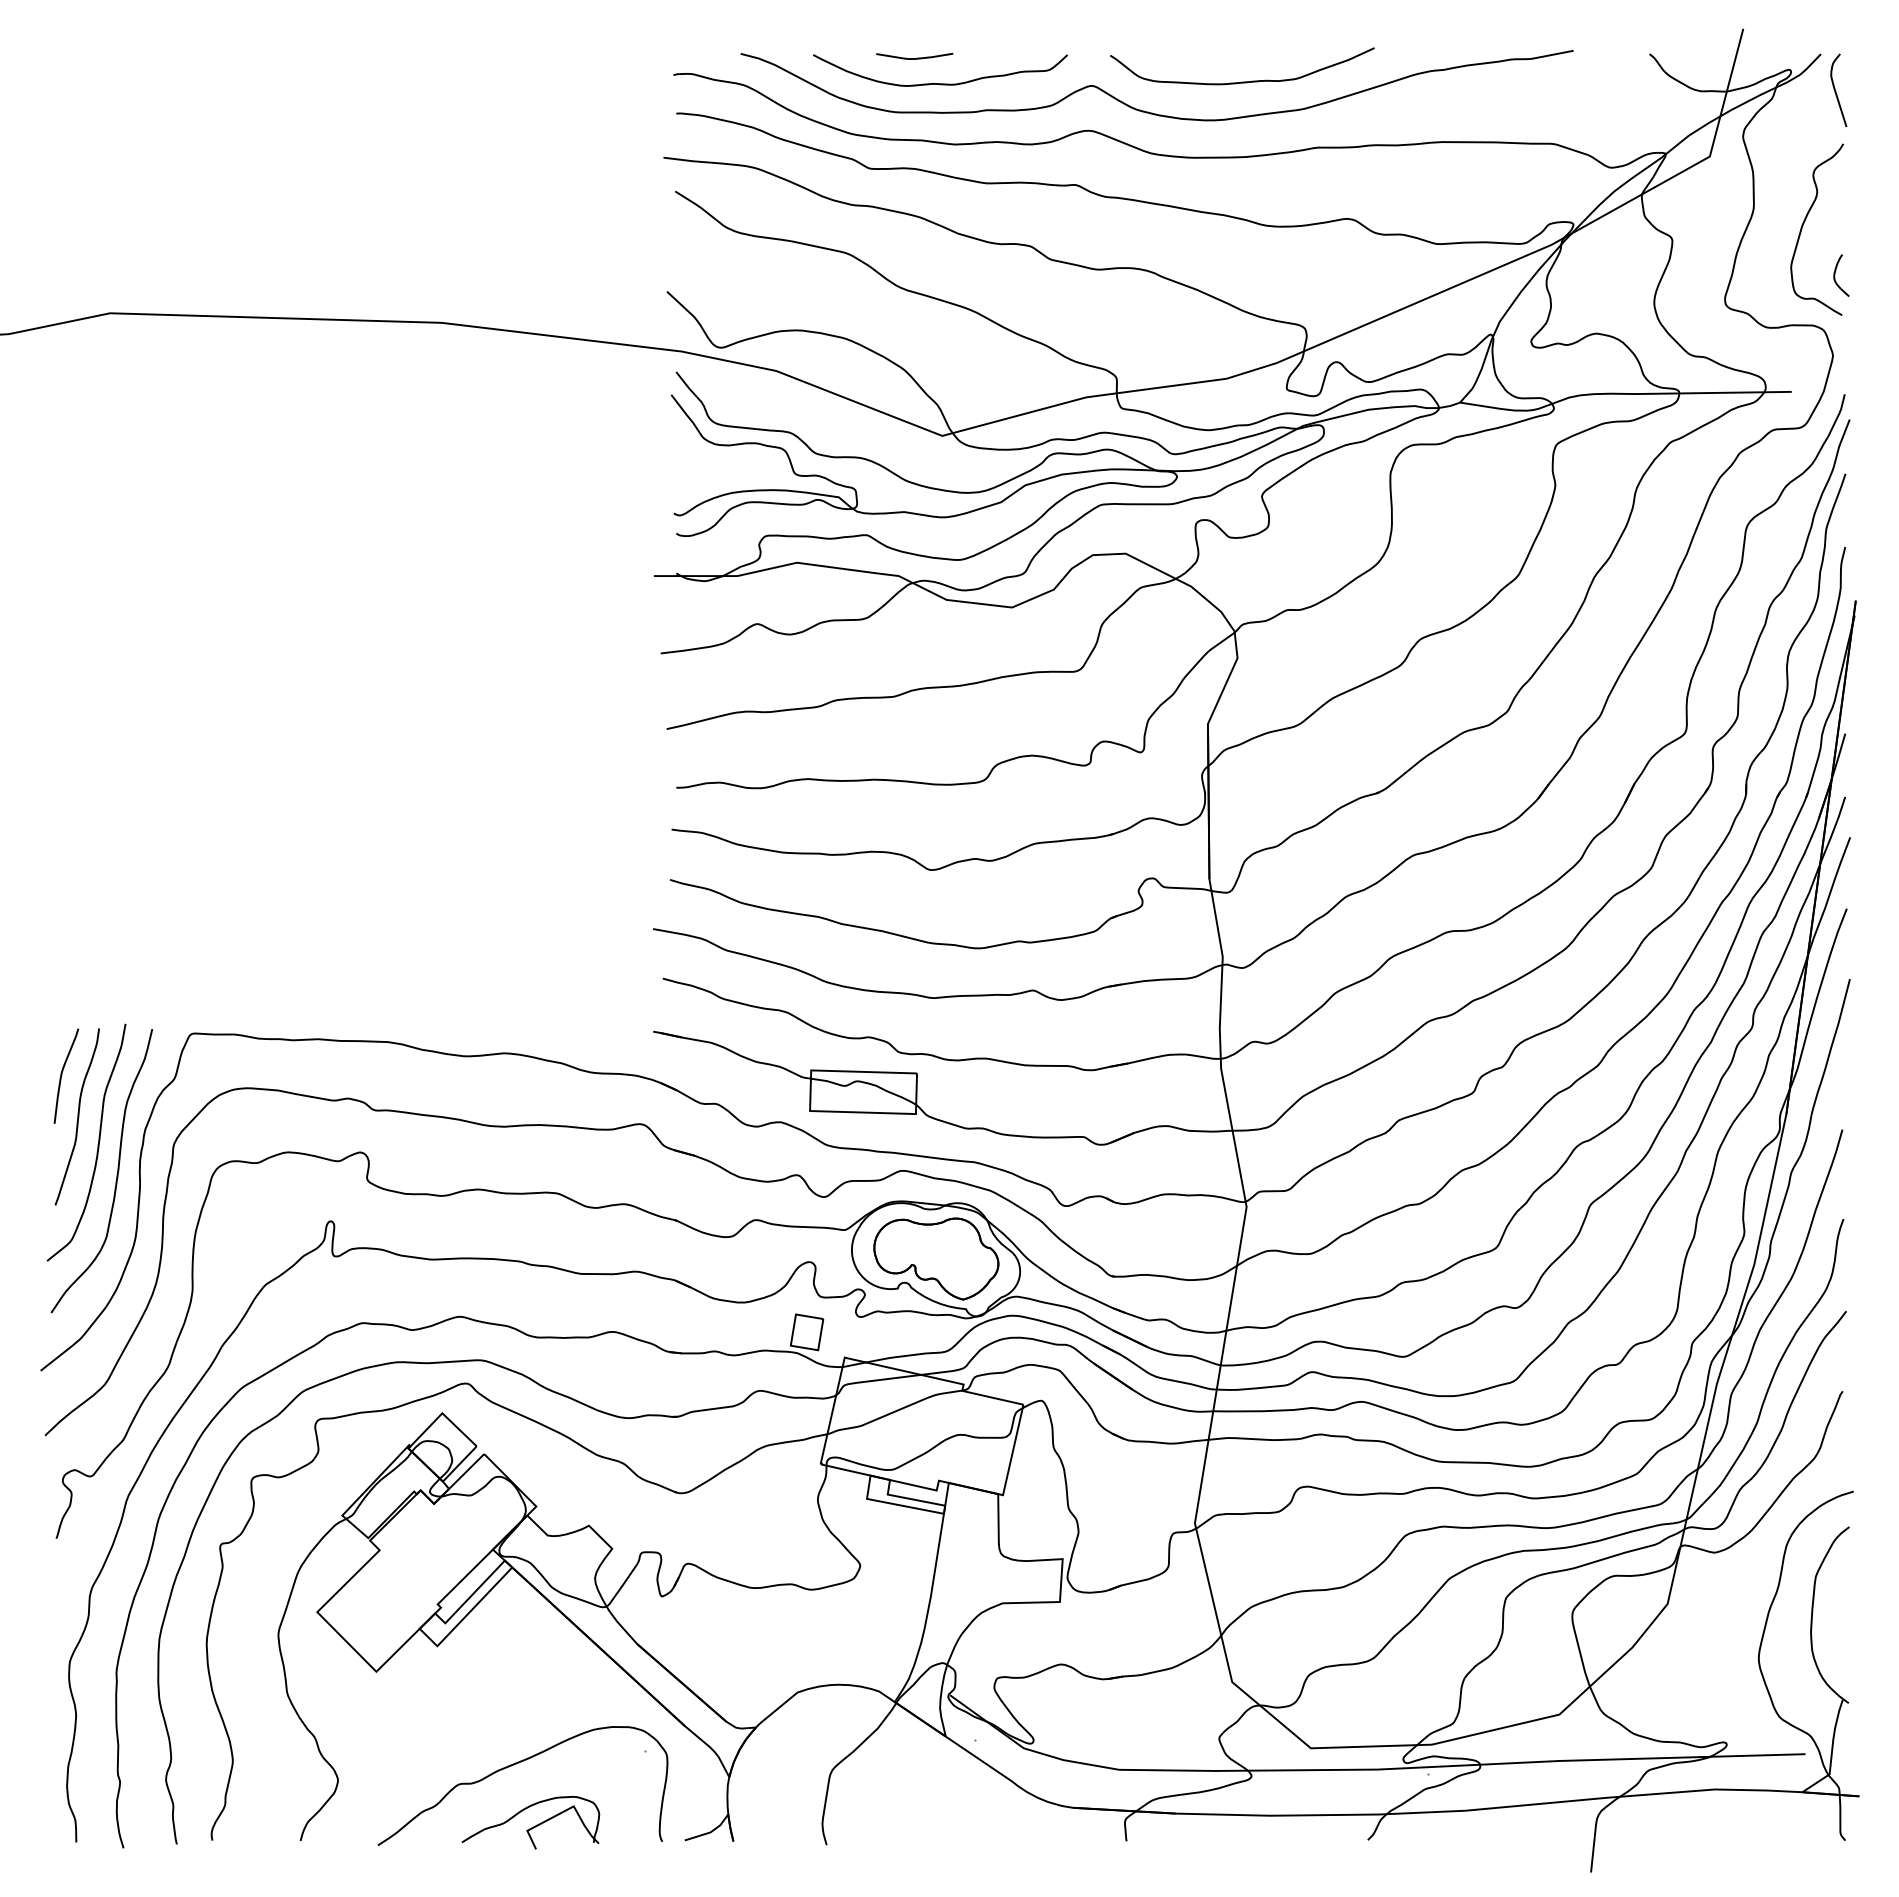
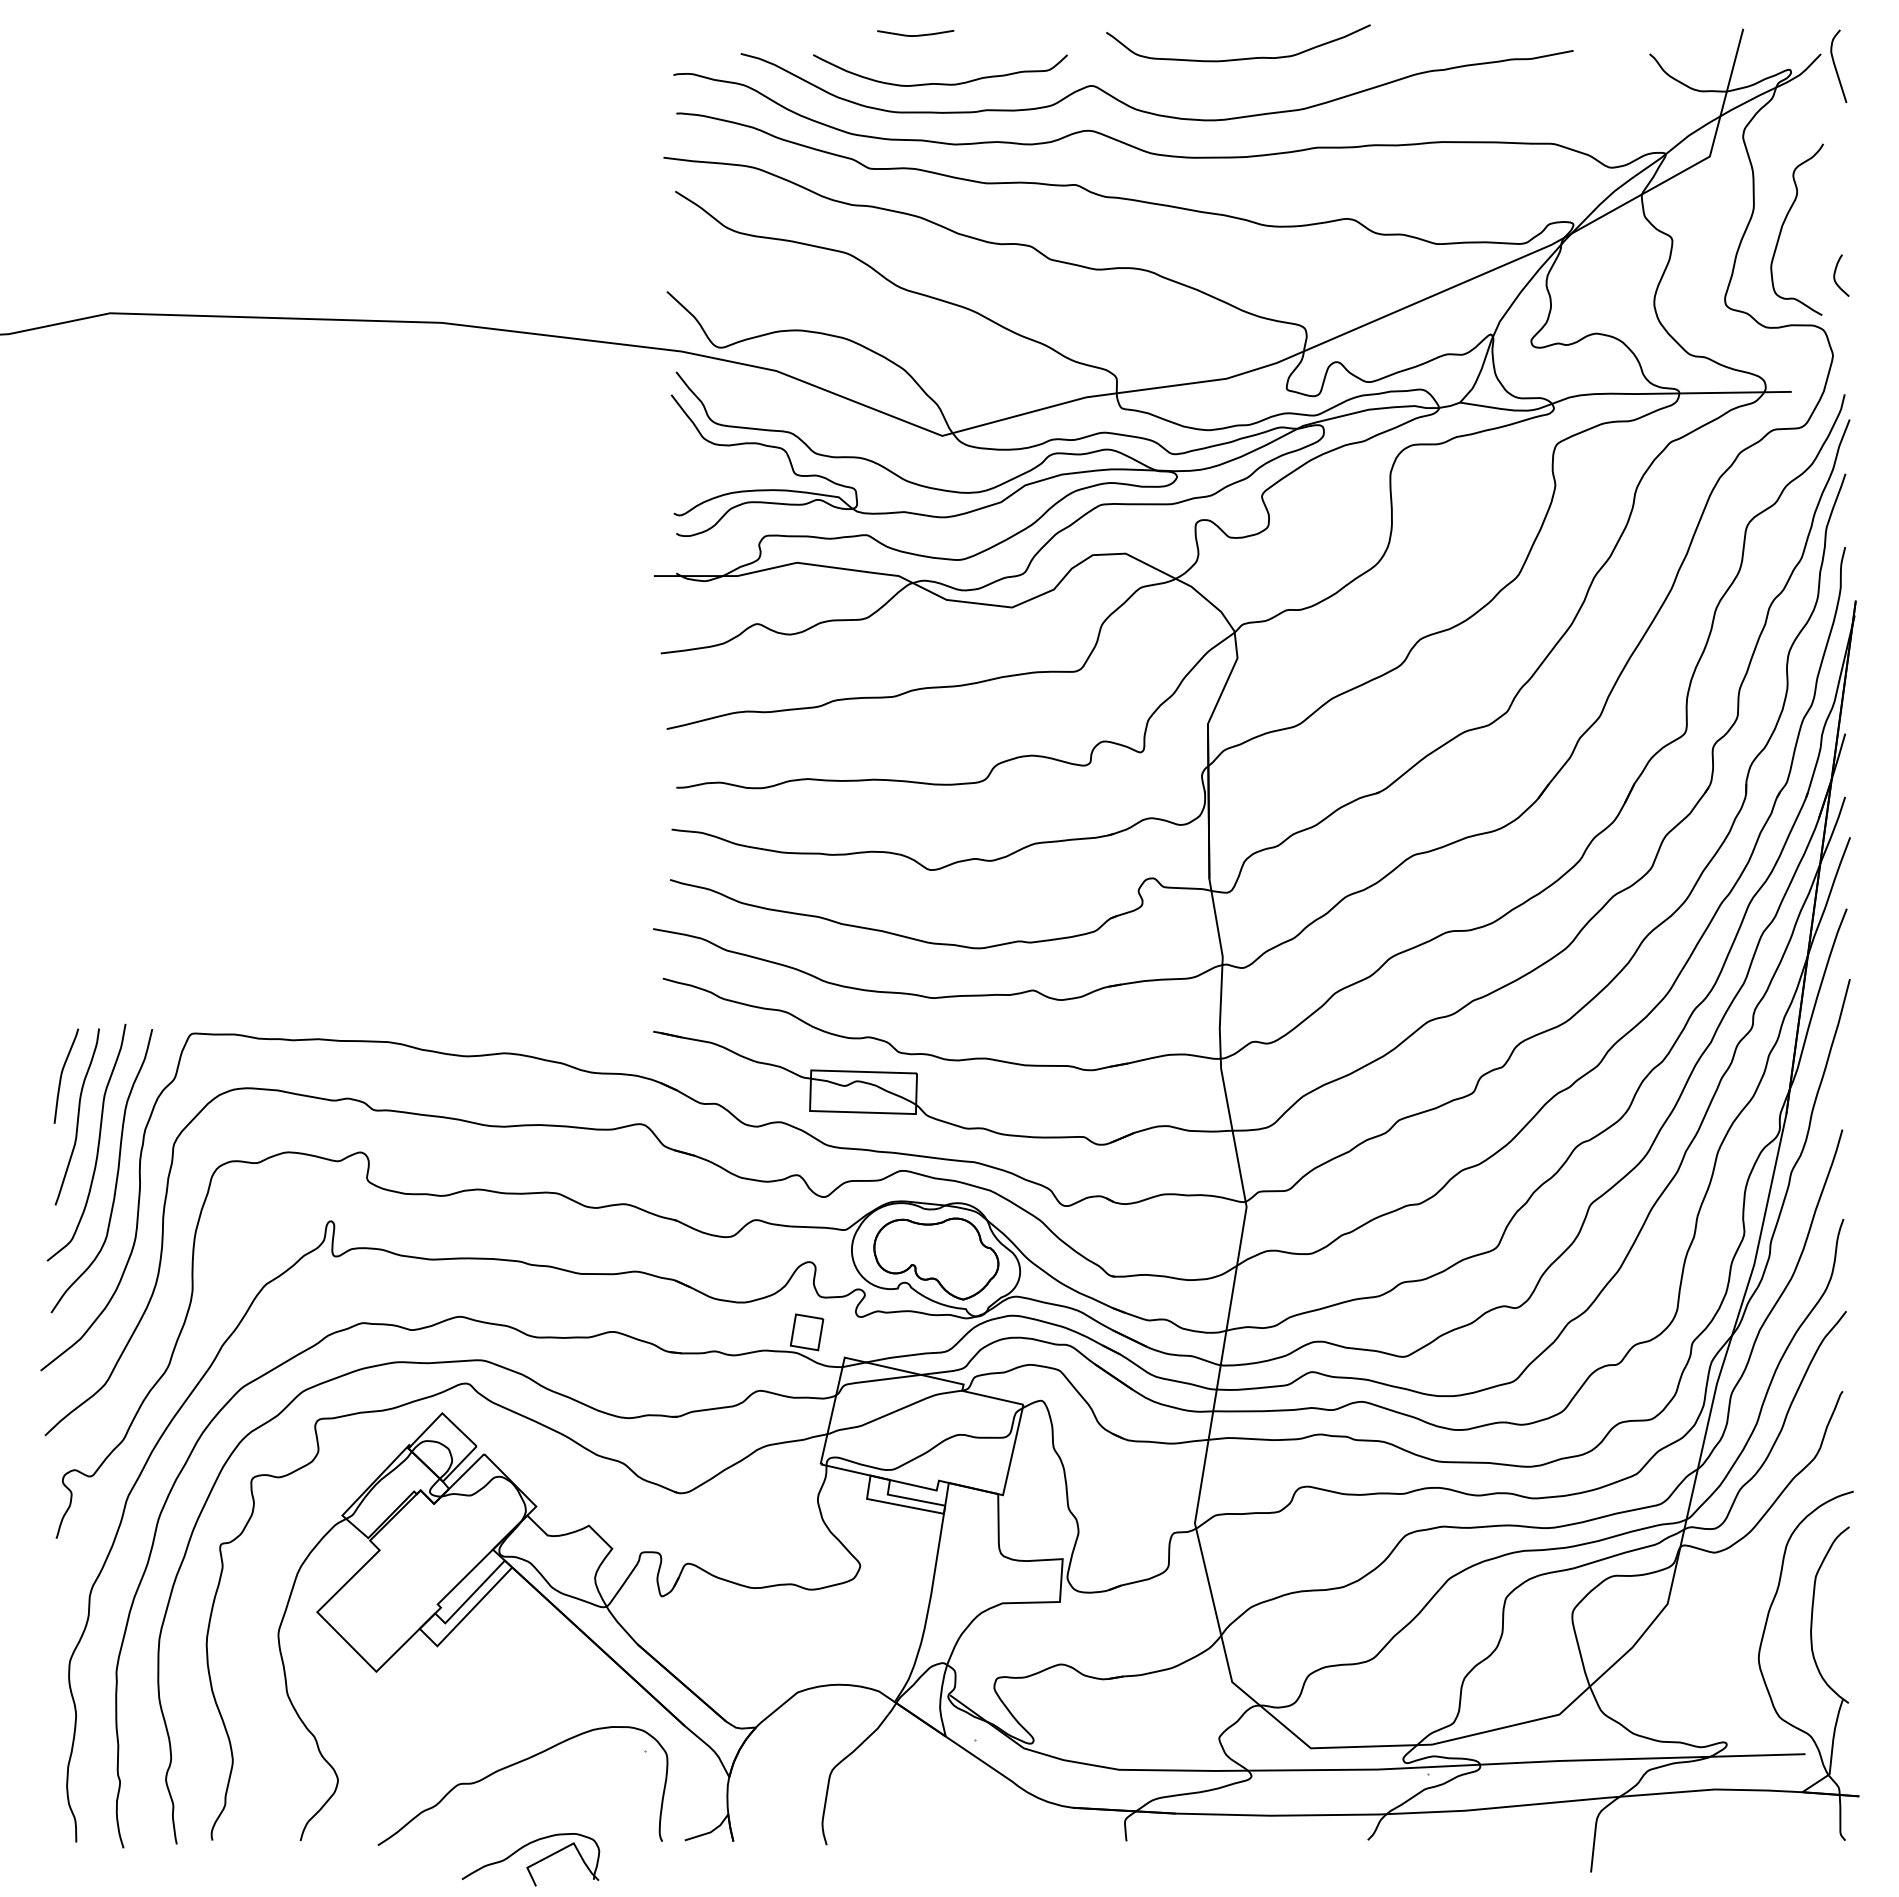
curve at (916, 57) position: (916, 57) -> (917, 34)
curve at (1242, 81) position: (1242, 81) -> (1238, 58)
curve at (1836, 91) position: (1836, 91) -> (1836, 67)
curve at (1804, 223) position: (1804, 223) -> (1784, 223)
part at (530, 1822) position: (530, 1822) -> (530, 1859)
